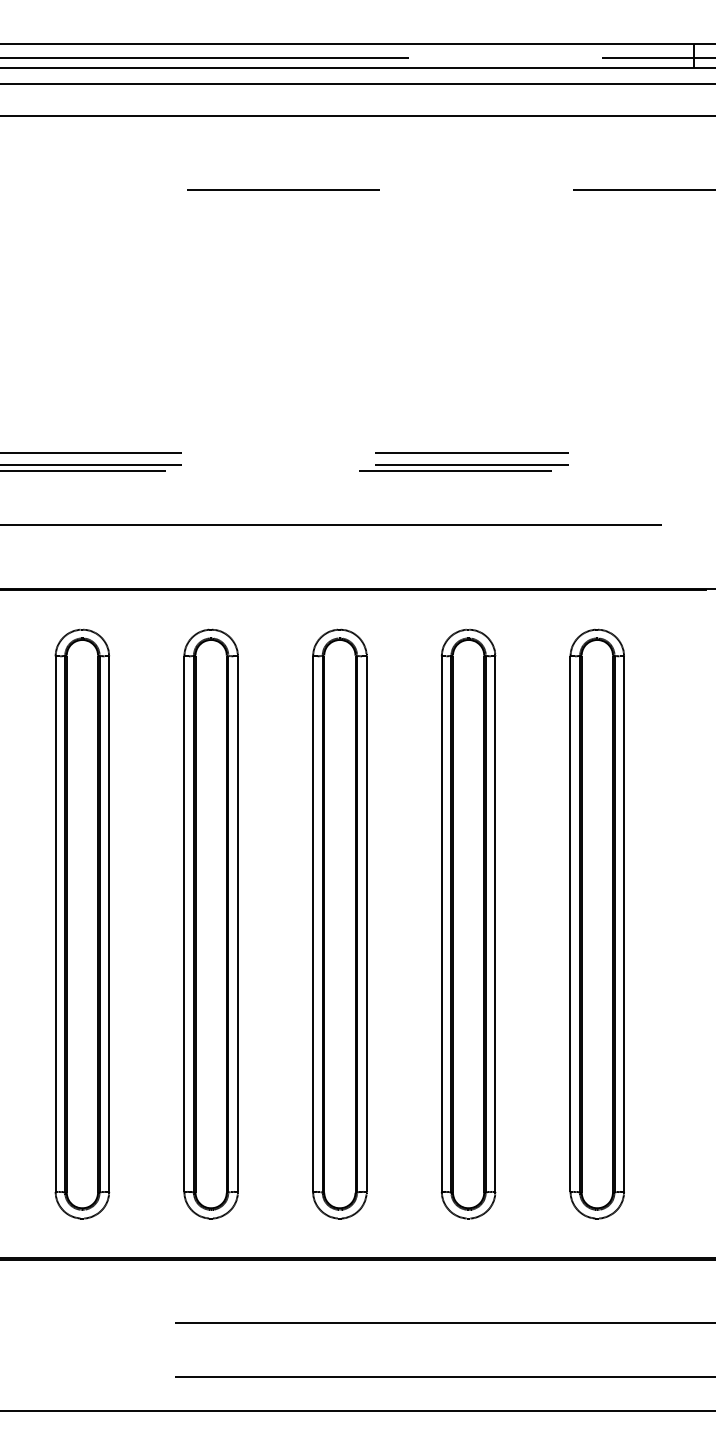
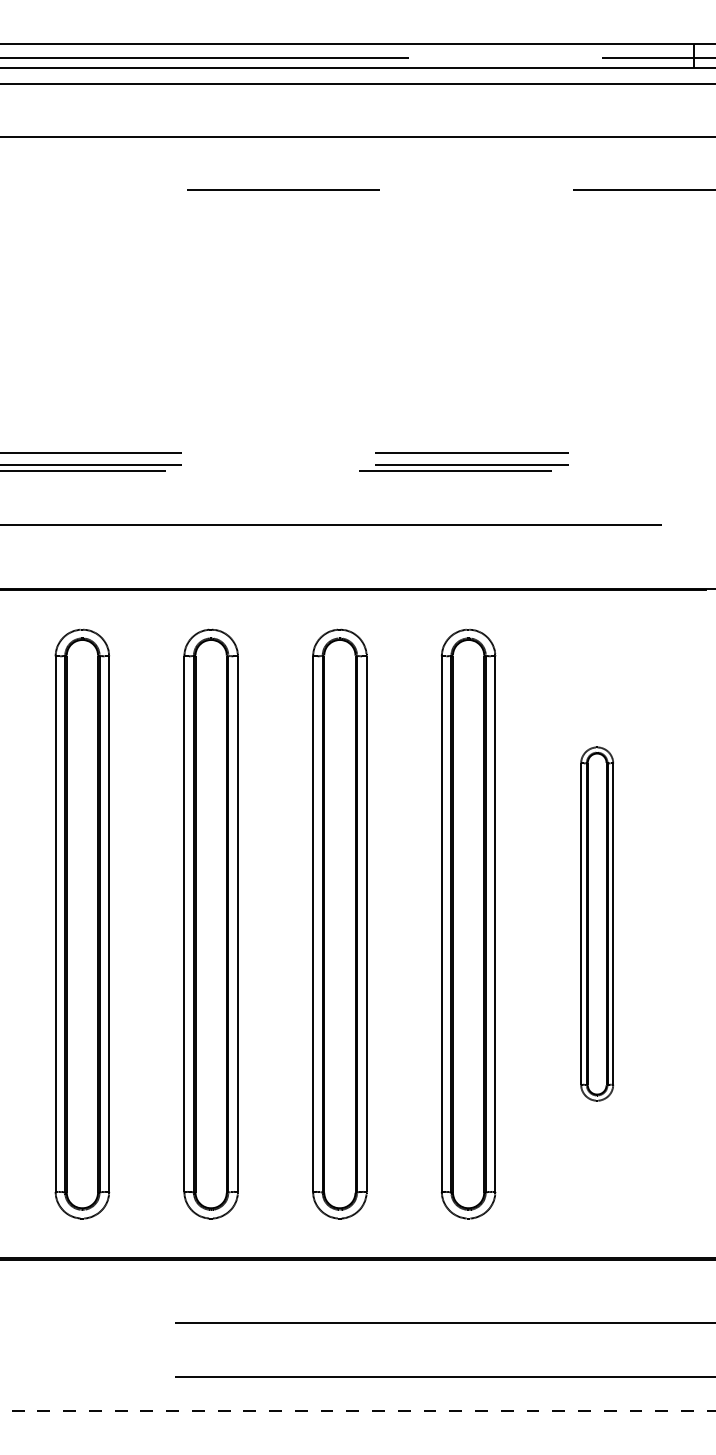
line at (357, 116) position: (357, 116) -> (357, 137)
part at (596, 923) size: 56x592 px -> 35x356 px
line at (357, 1411): solid -> dashed
